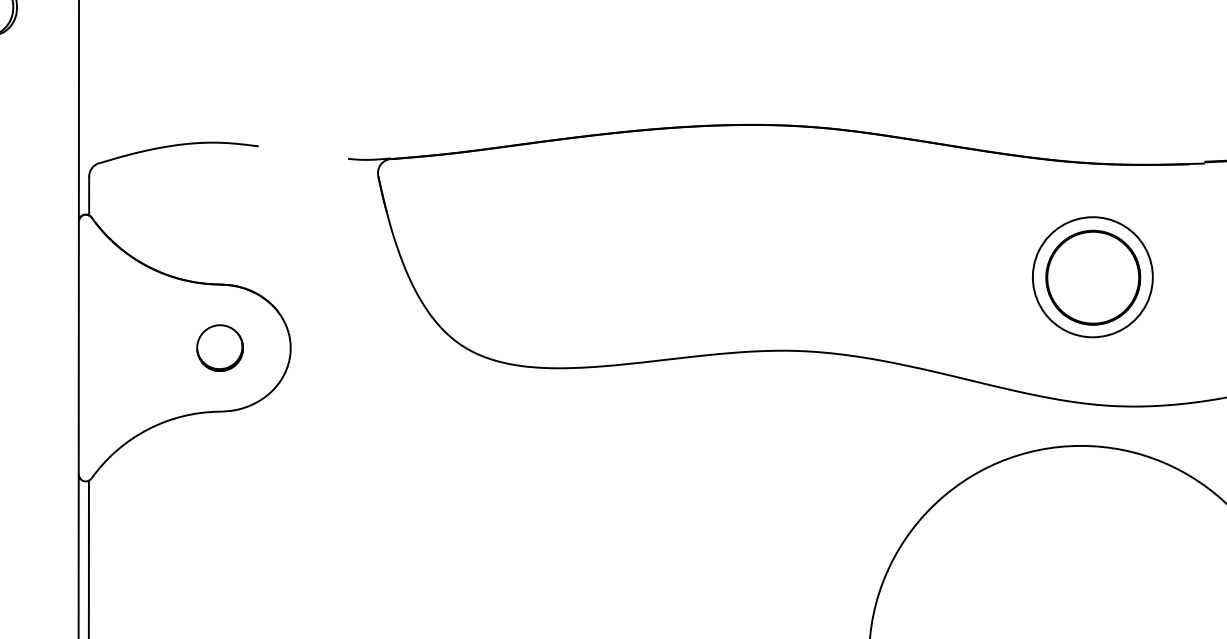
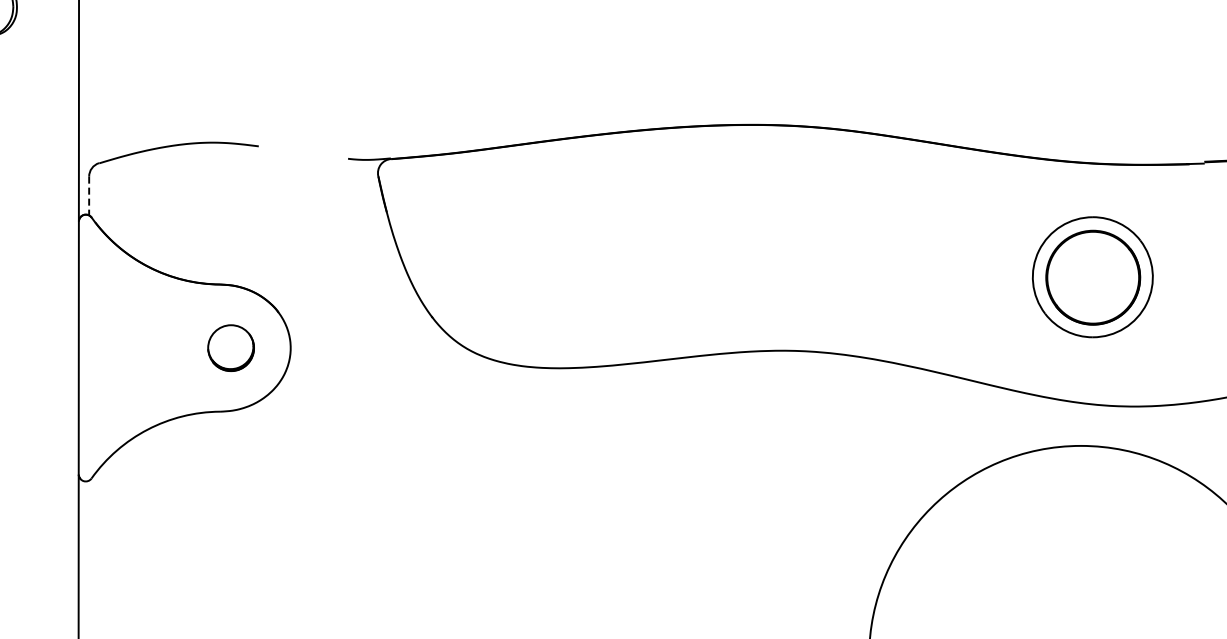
line at (89, 196): solid -> dashed
part at (219, 347) position: (219, 347) -> (230, 347)
line at (88, 557): present -> none
